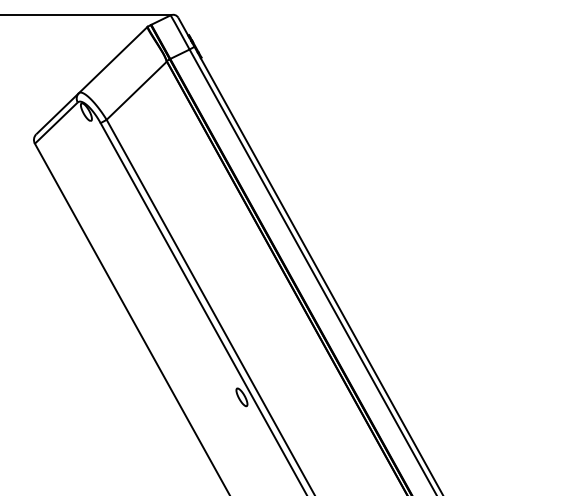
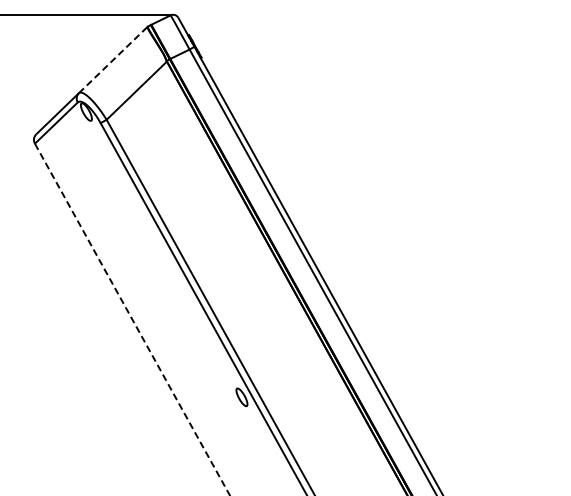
line at (113, 60): solid -> dashed
line at (132, 319): solid -> dashed
